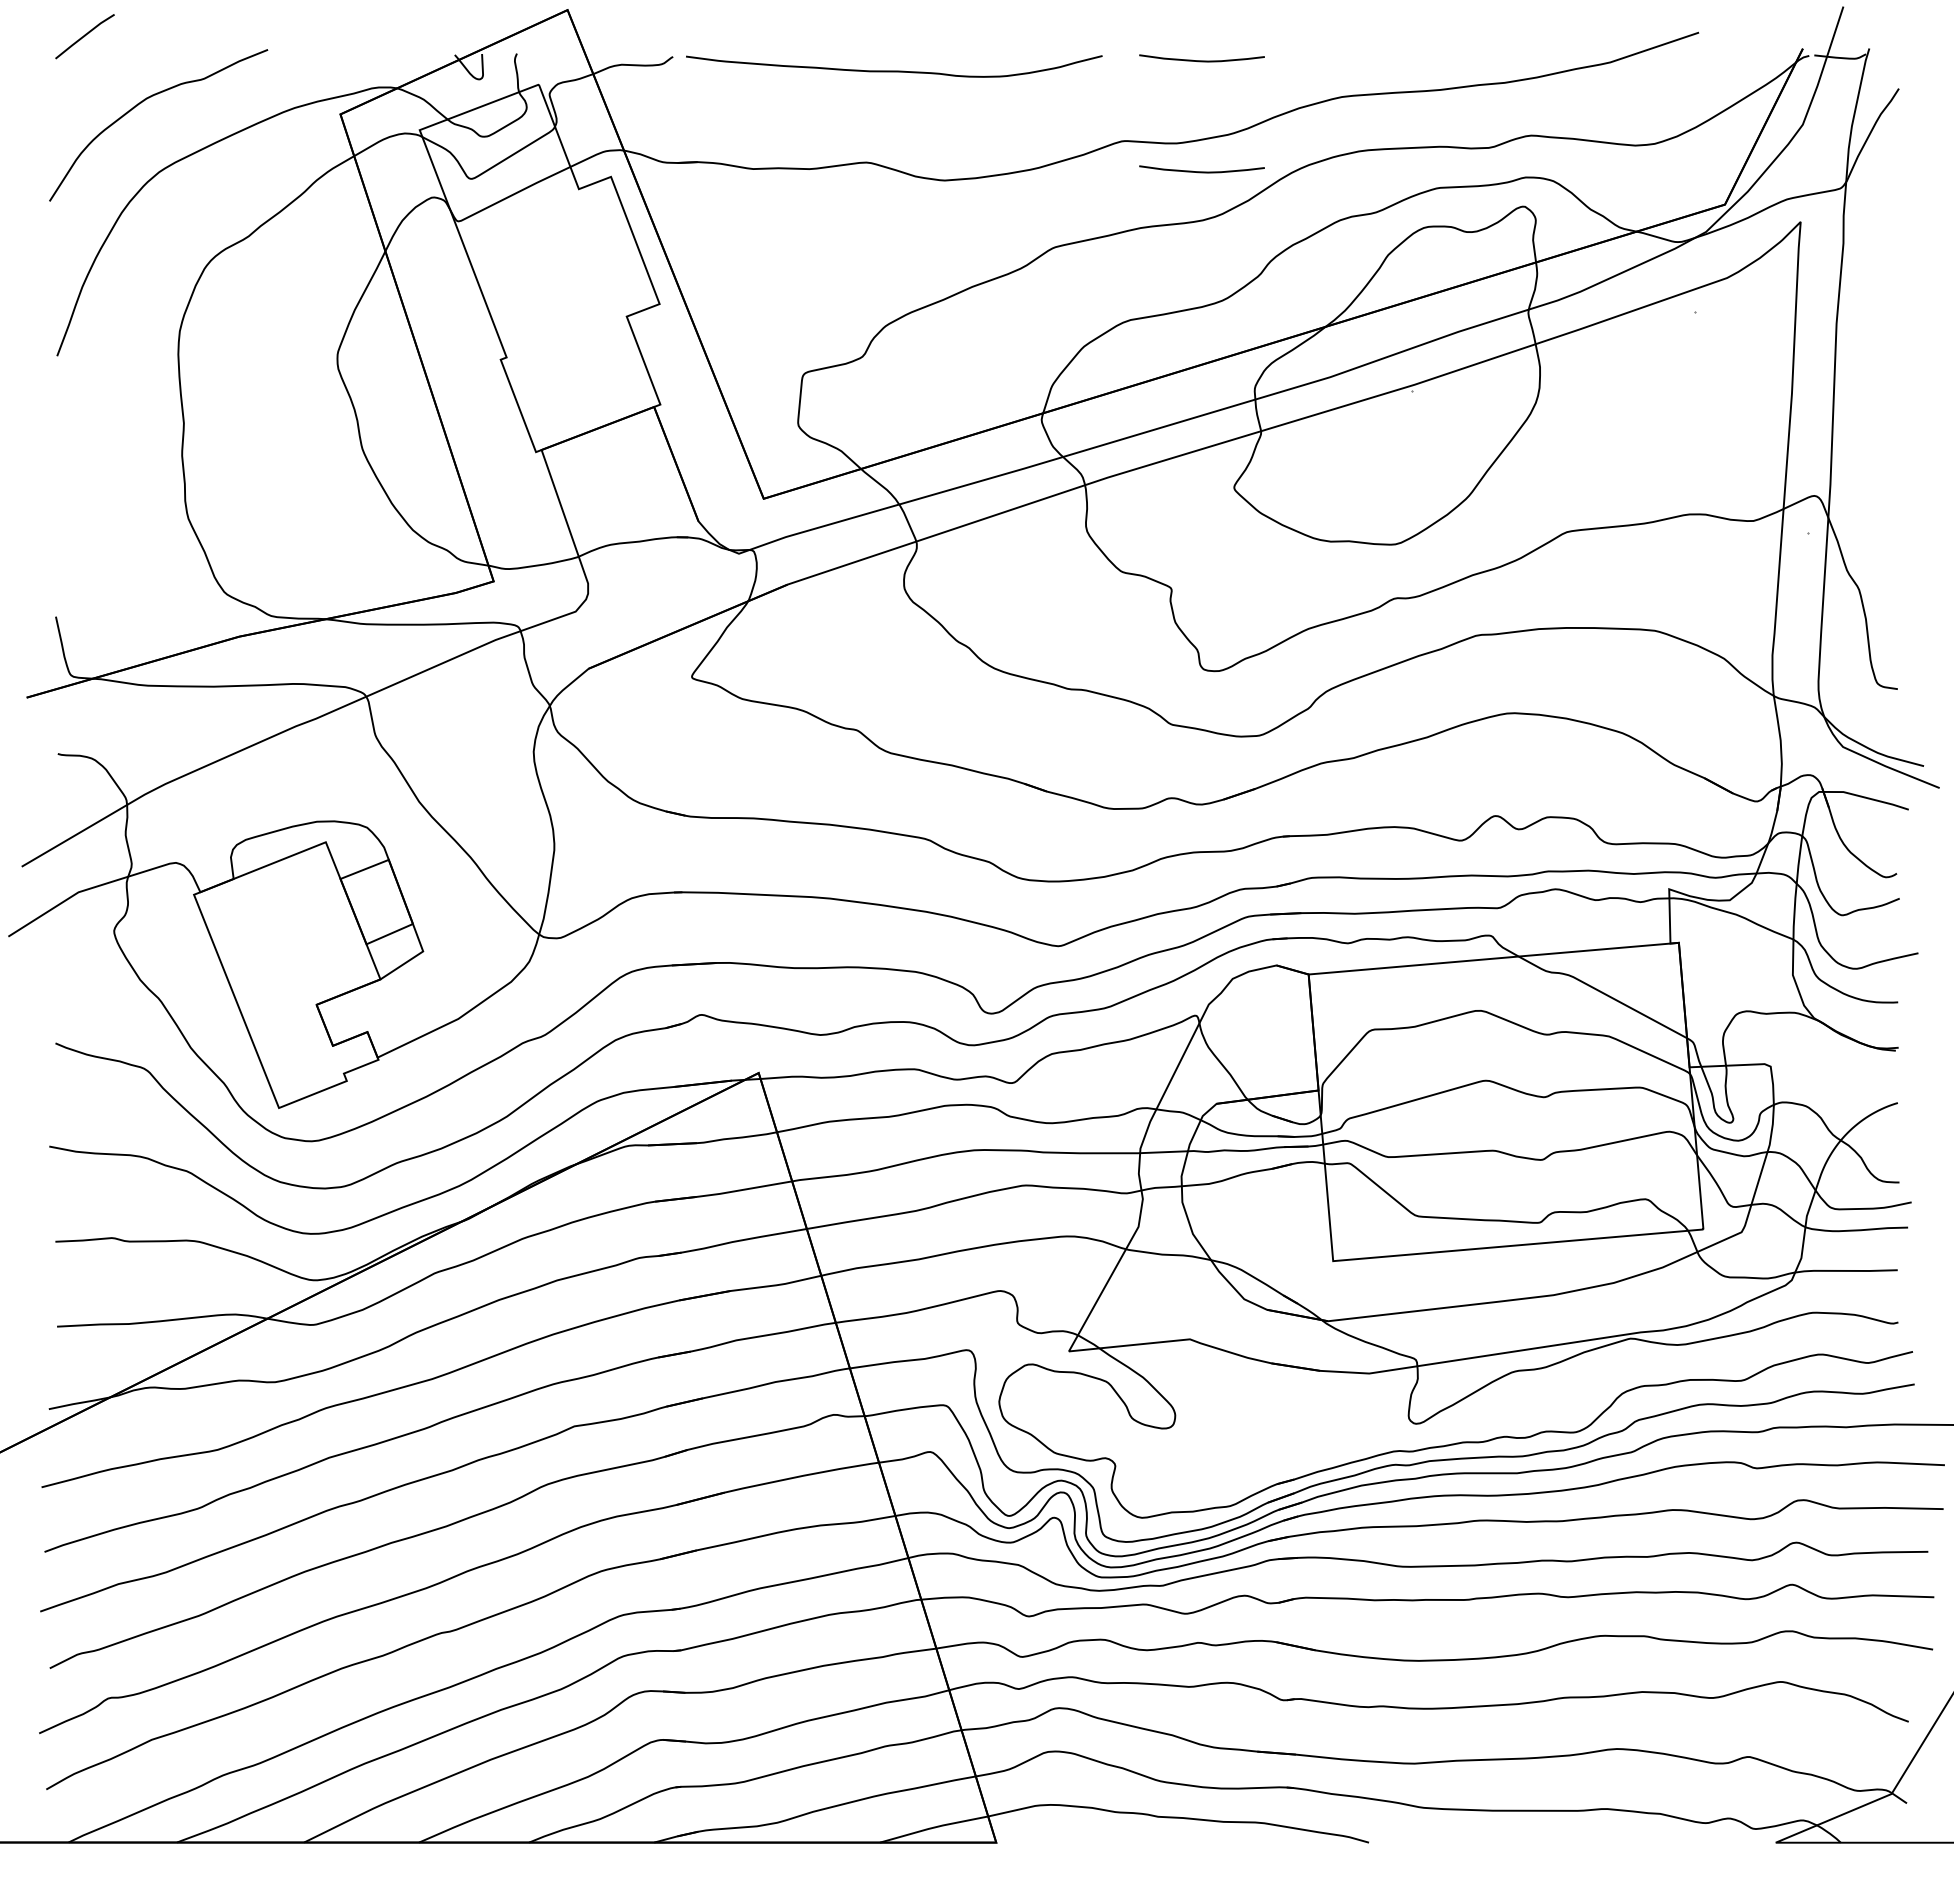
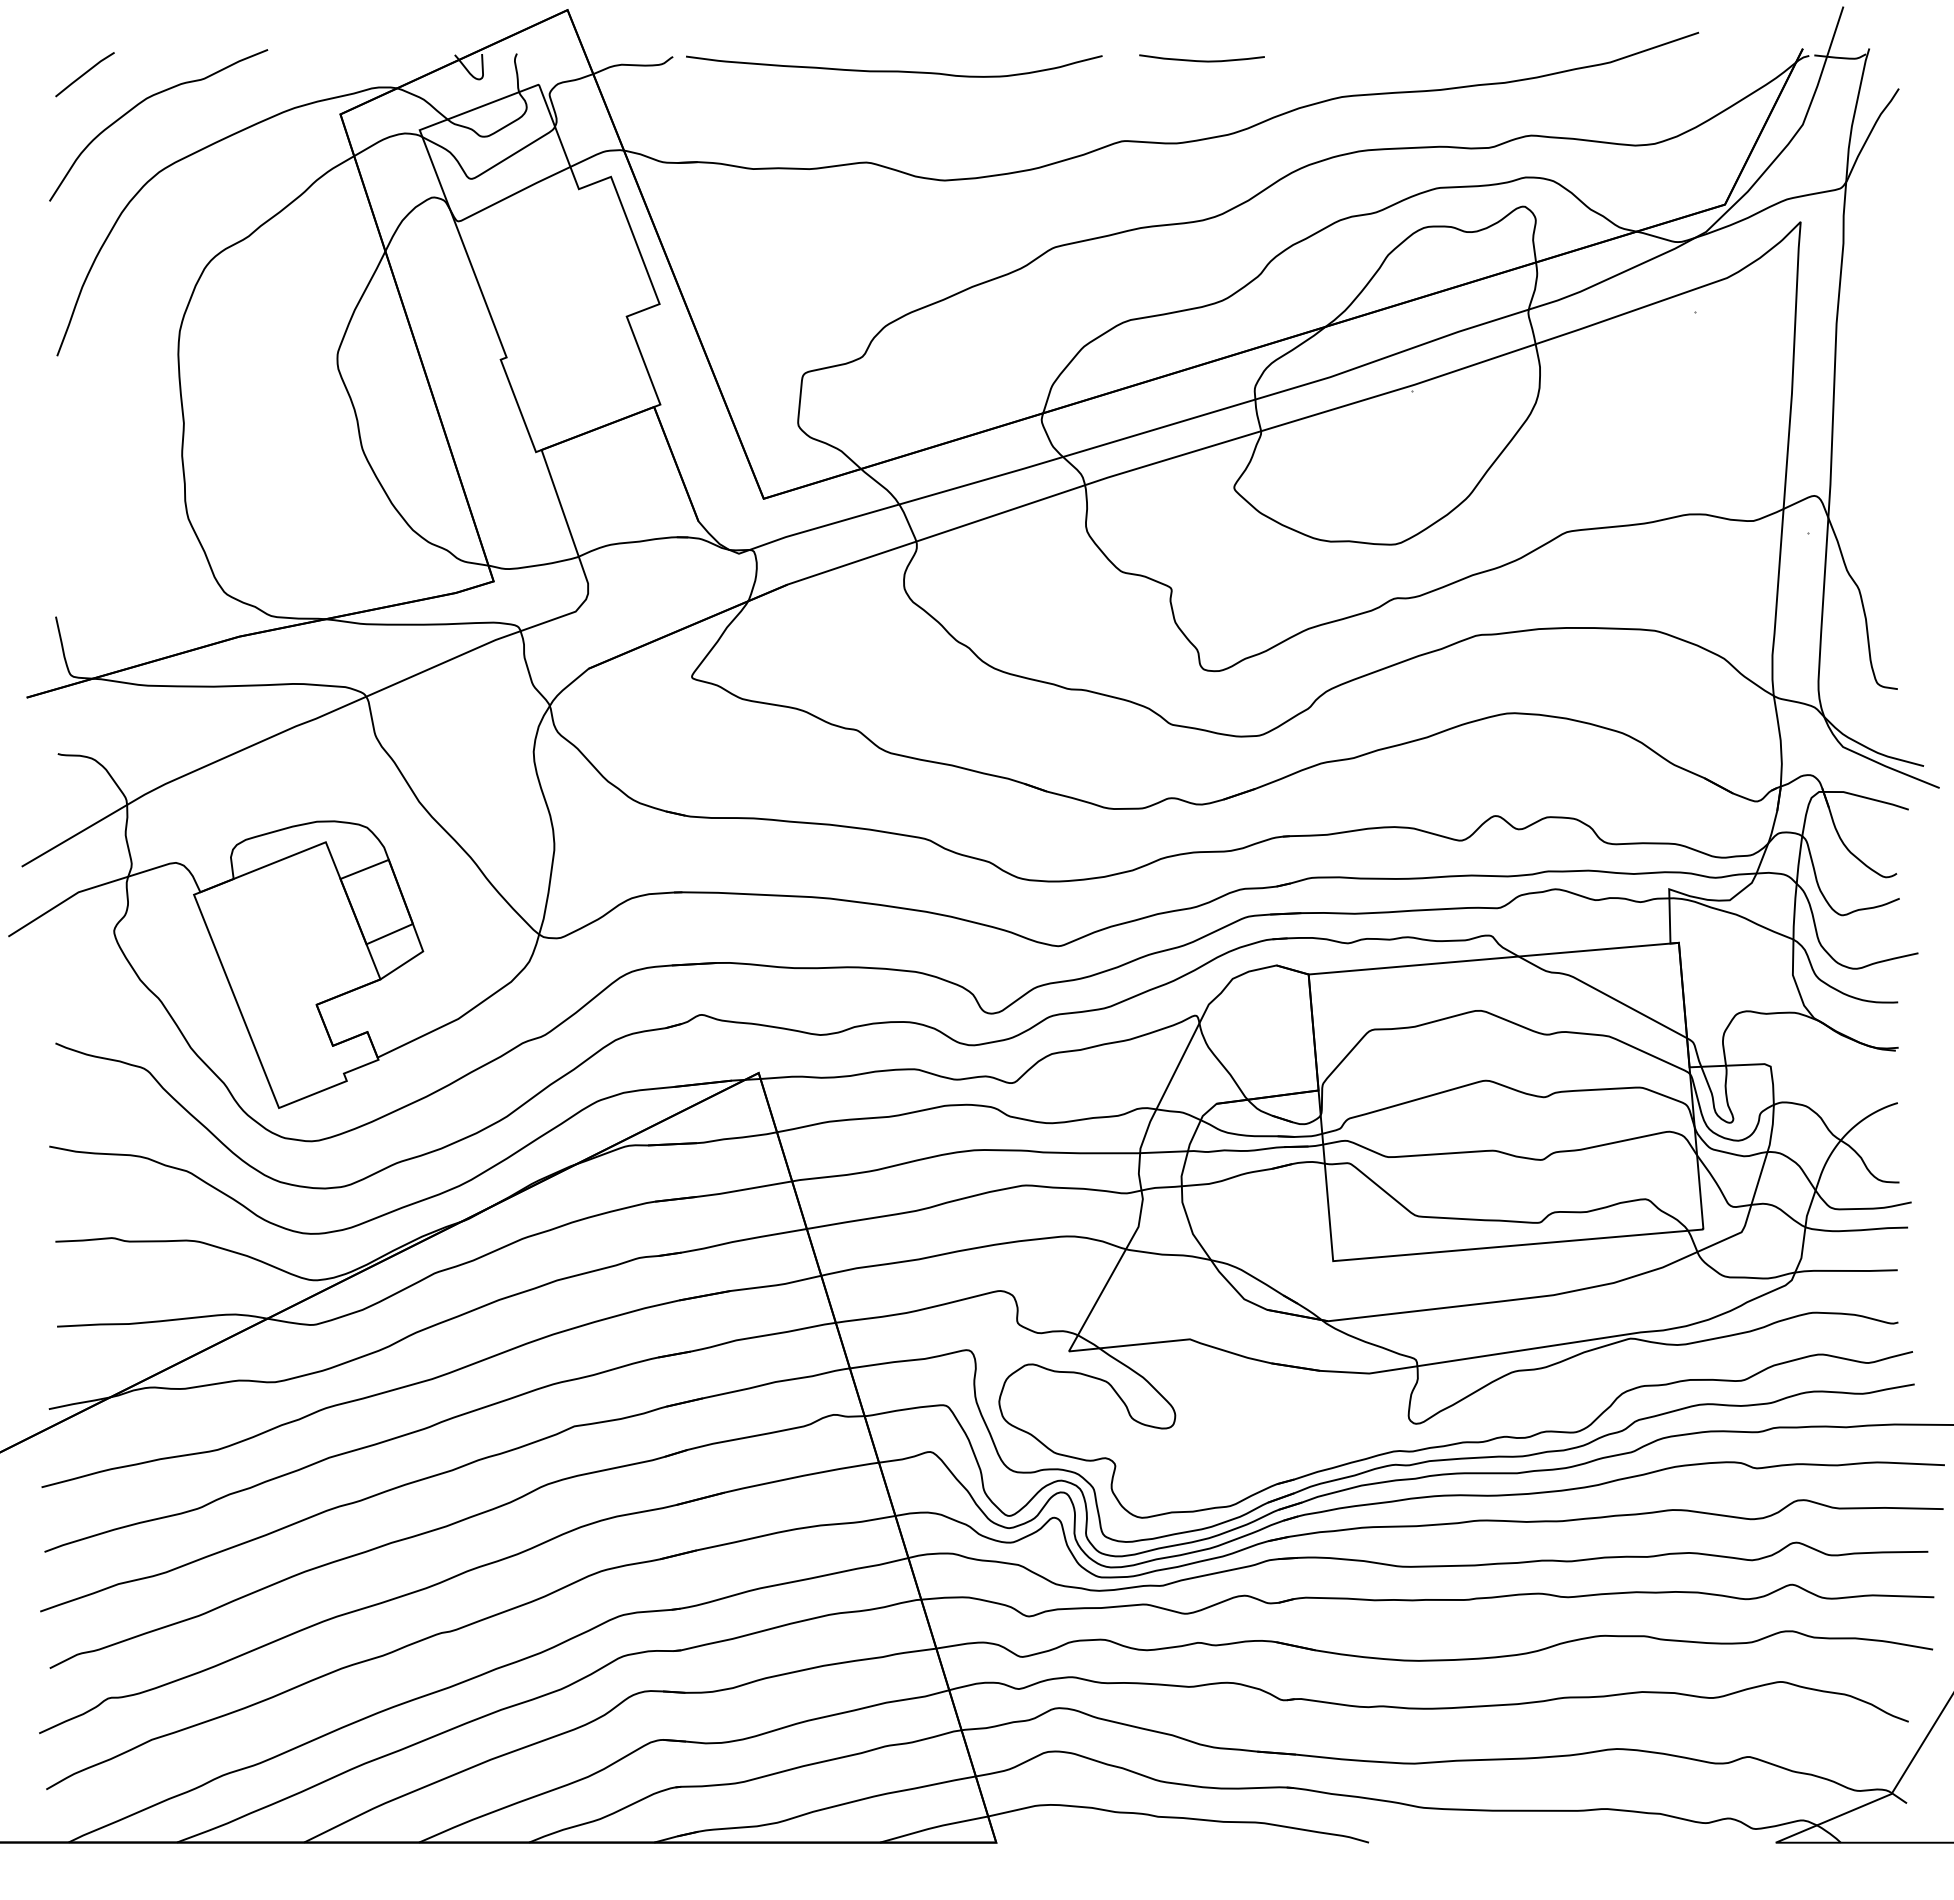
line at (84, 36) position: (84, 36) -> (84, 74)
curve at (1201, 171): present -> none
